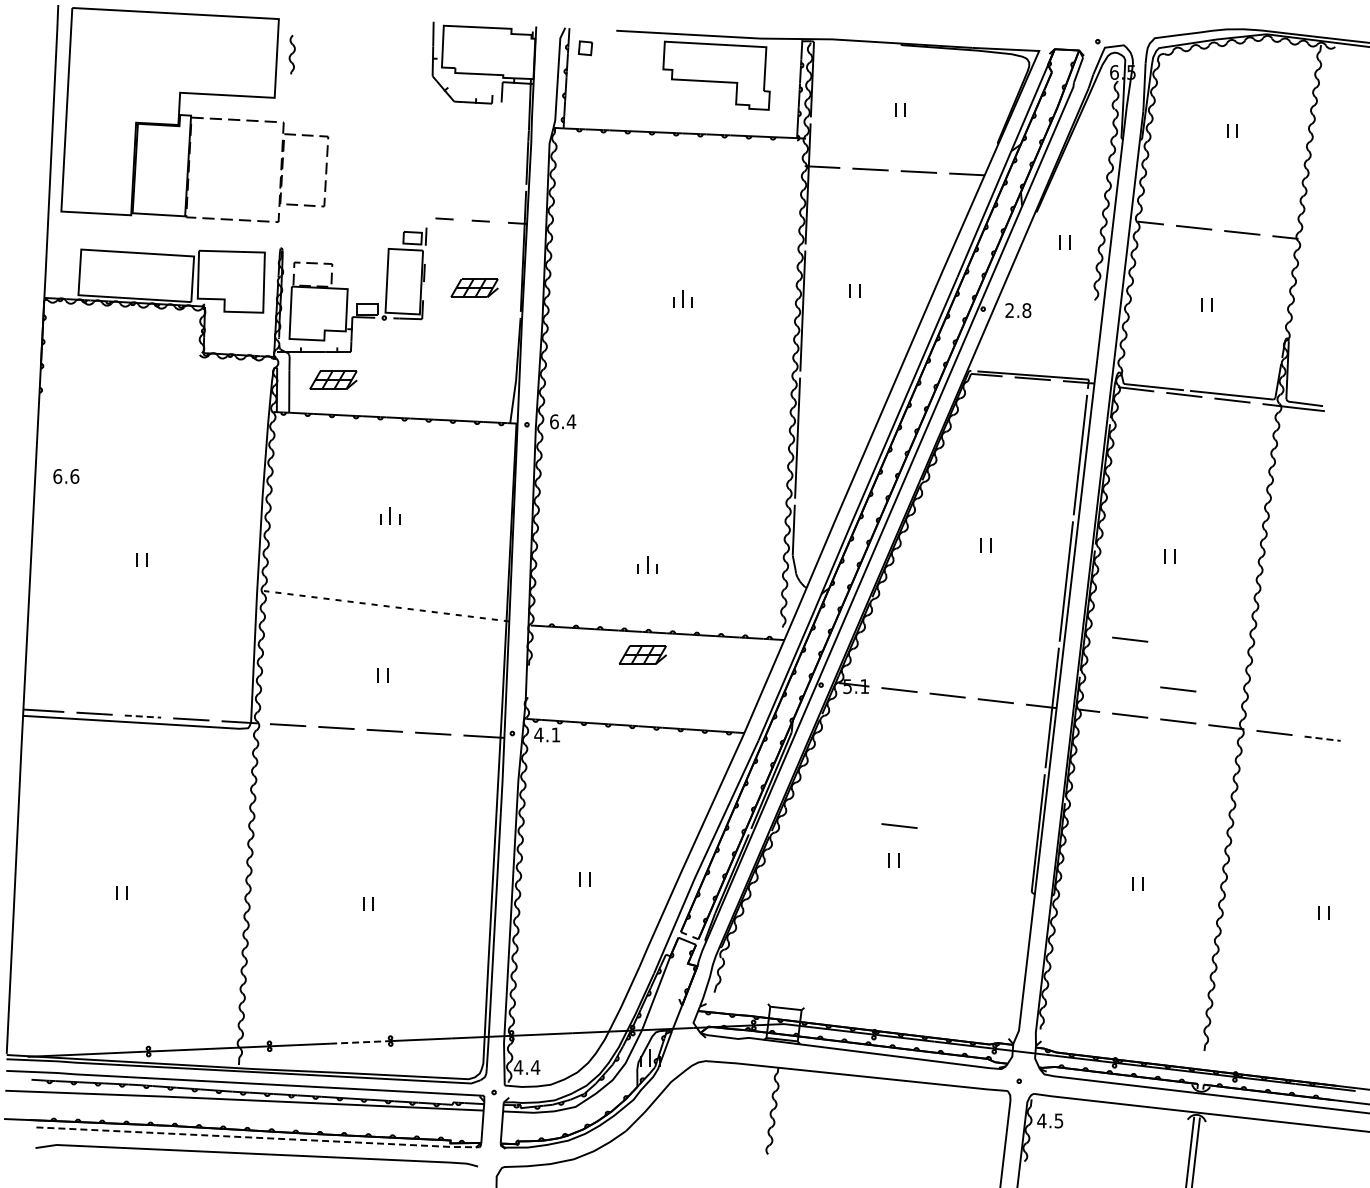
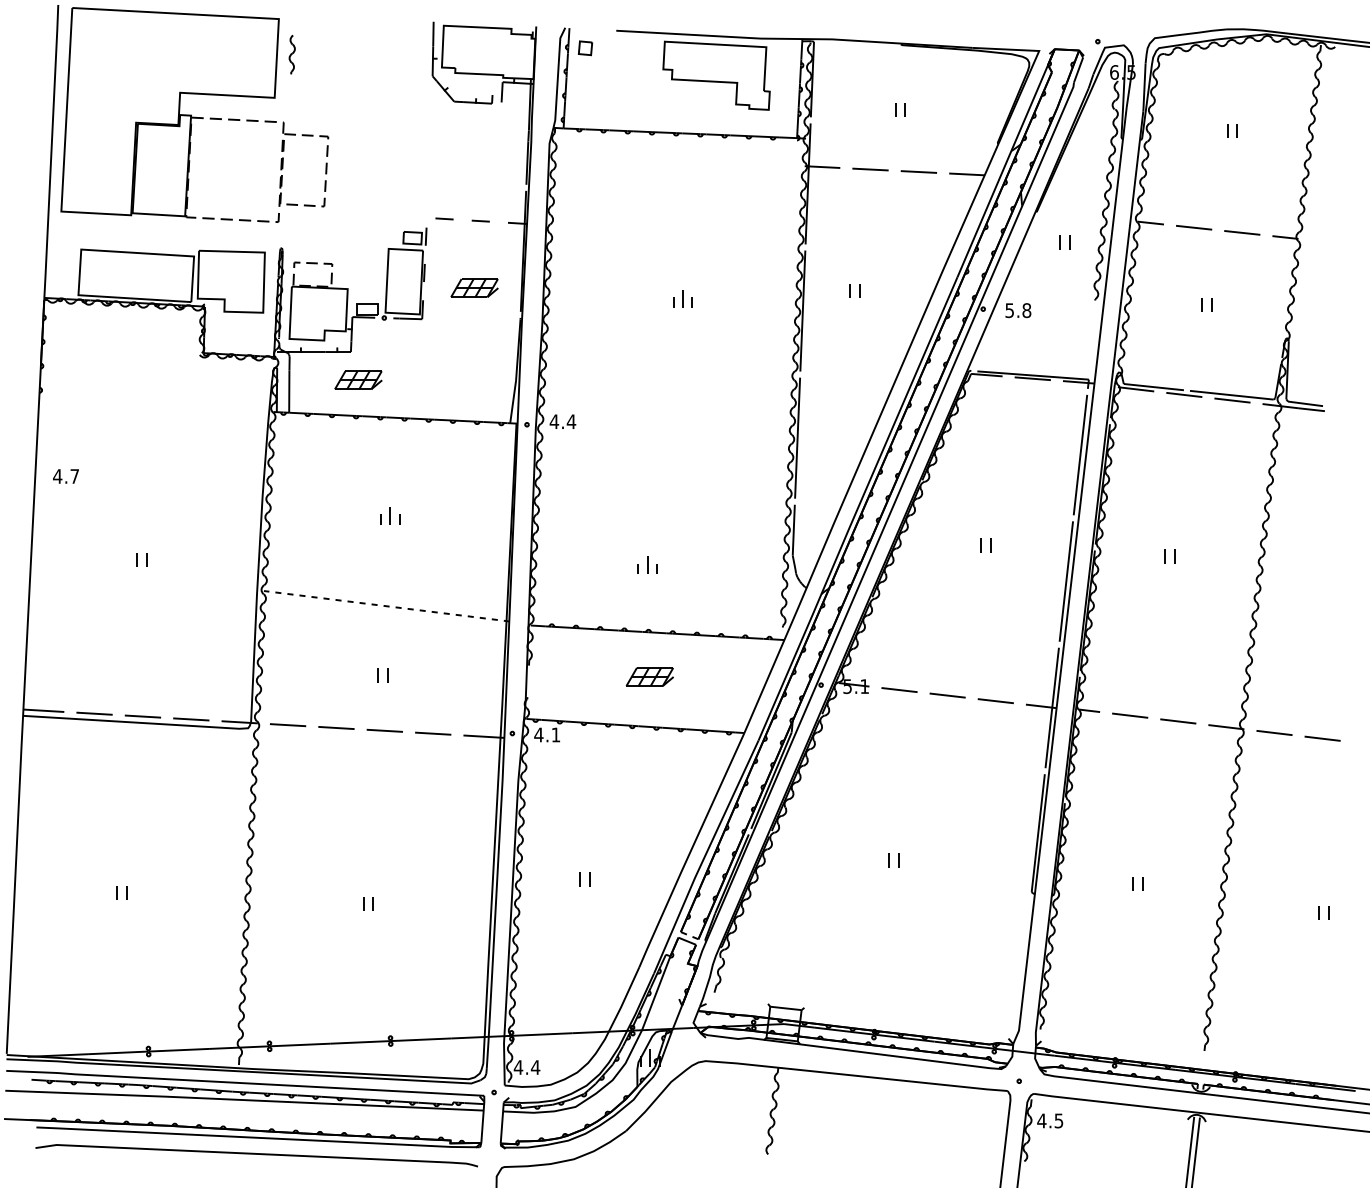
text at (1009, 310): 2.8 -> 5.8
part at (333, 379) position: (333, 379) -> (358, 379)
text at (554, 421): 6.4 -> 4.4
text at (66, 476): 6.6 -> 4.7
line at (1130, 639): present -> none
part at (642, 654) position: (642, 654) -> (649, 676)
line at (1178, 689): present -> none
line at (143, 716): dashed -> solid
line at (1323, 738): dashed -> solid
line at (899, 825): present -> none
line at (360, 1042): dashed -> solid
line at (258, 1137): dashed -> solid
